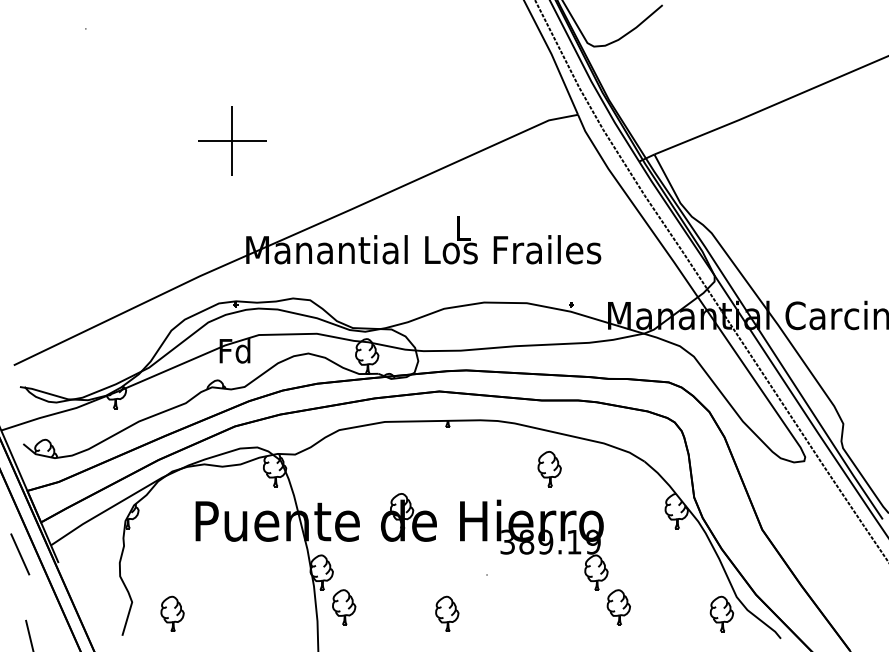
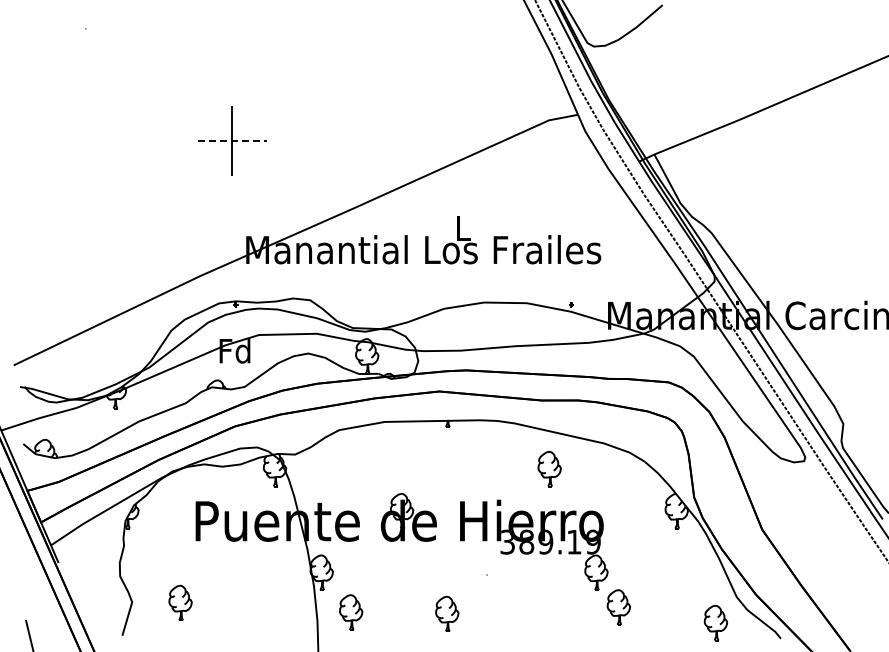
line at (232, 141): solid -> dashed
line at (20, 554): present -> none
part at (344, 607) position: (344, 607) -> (351, 612)
part at (172, 613) position: (172, 613) -> (180, 602)
part at (721, 613) position: (721, 613) -> (715, 622)
